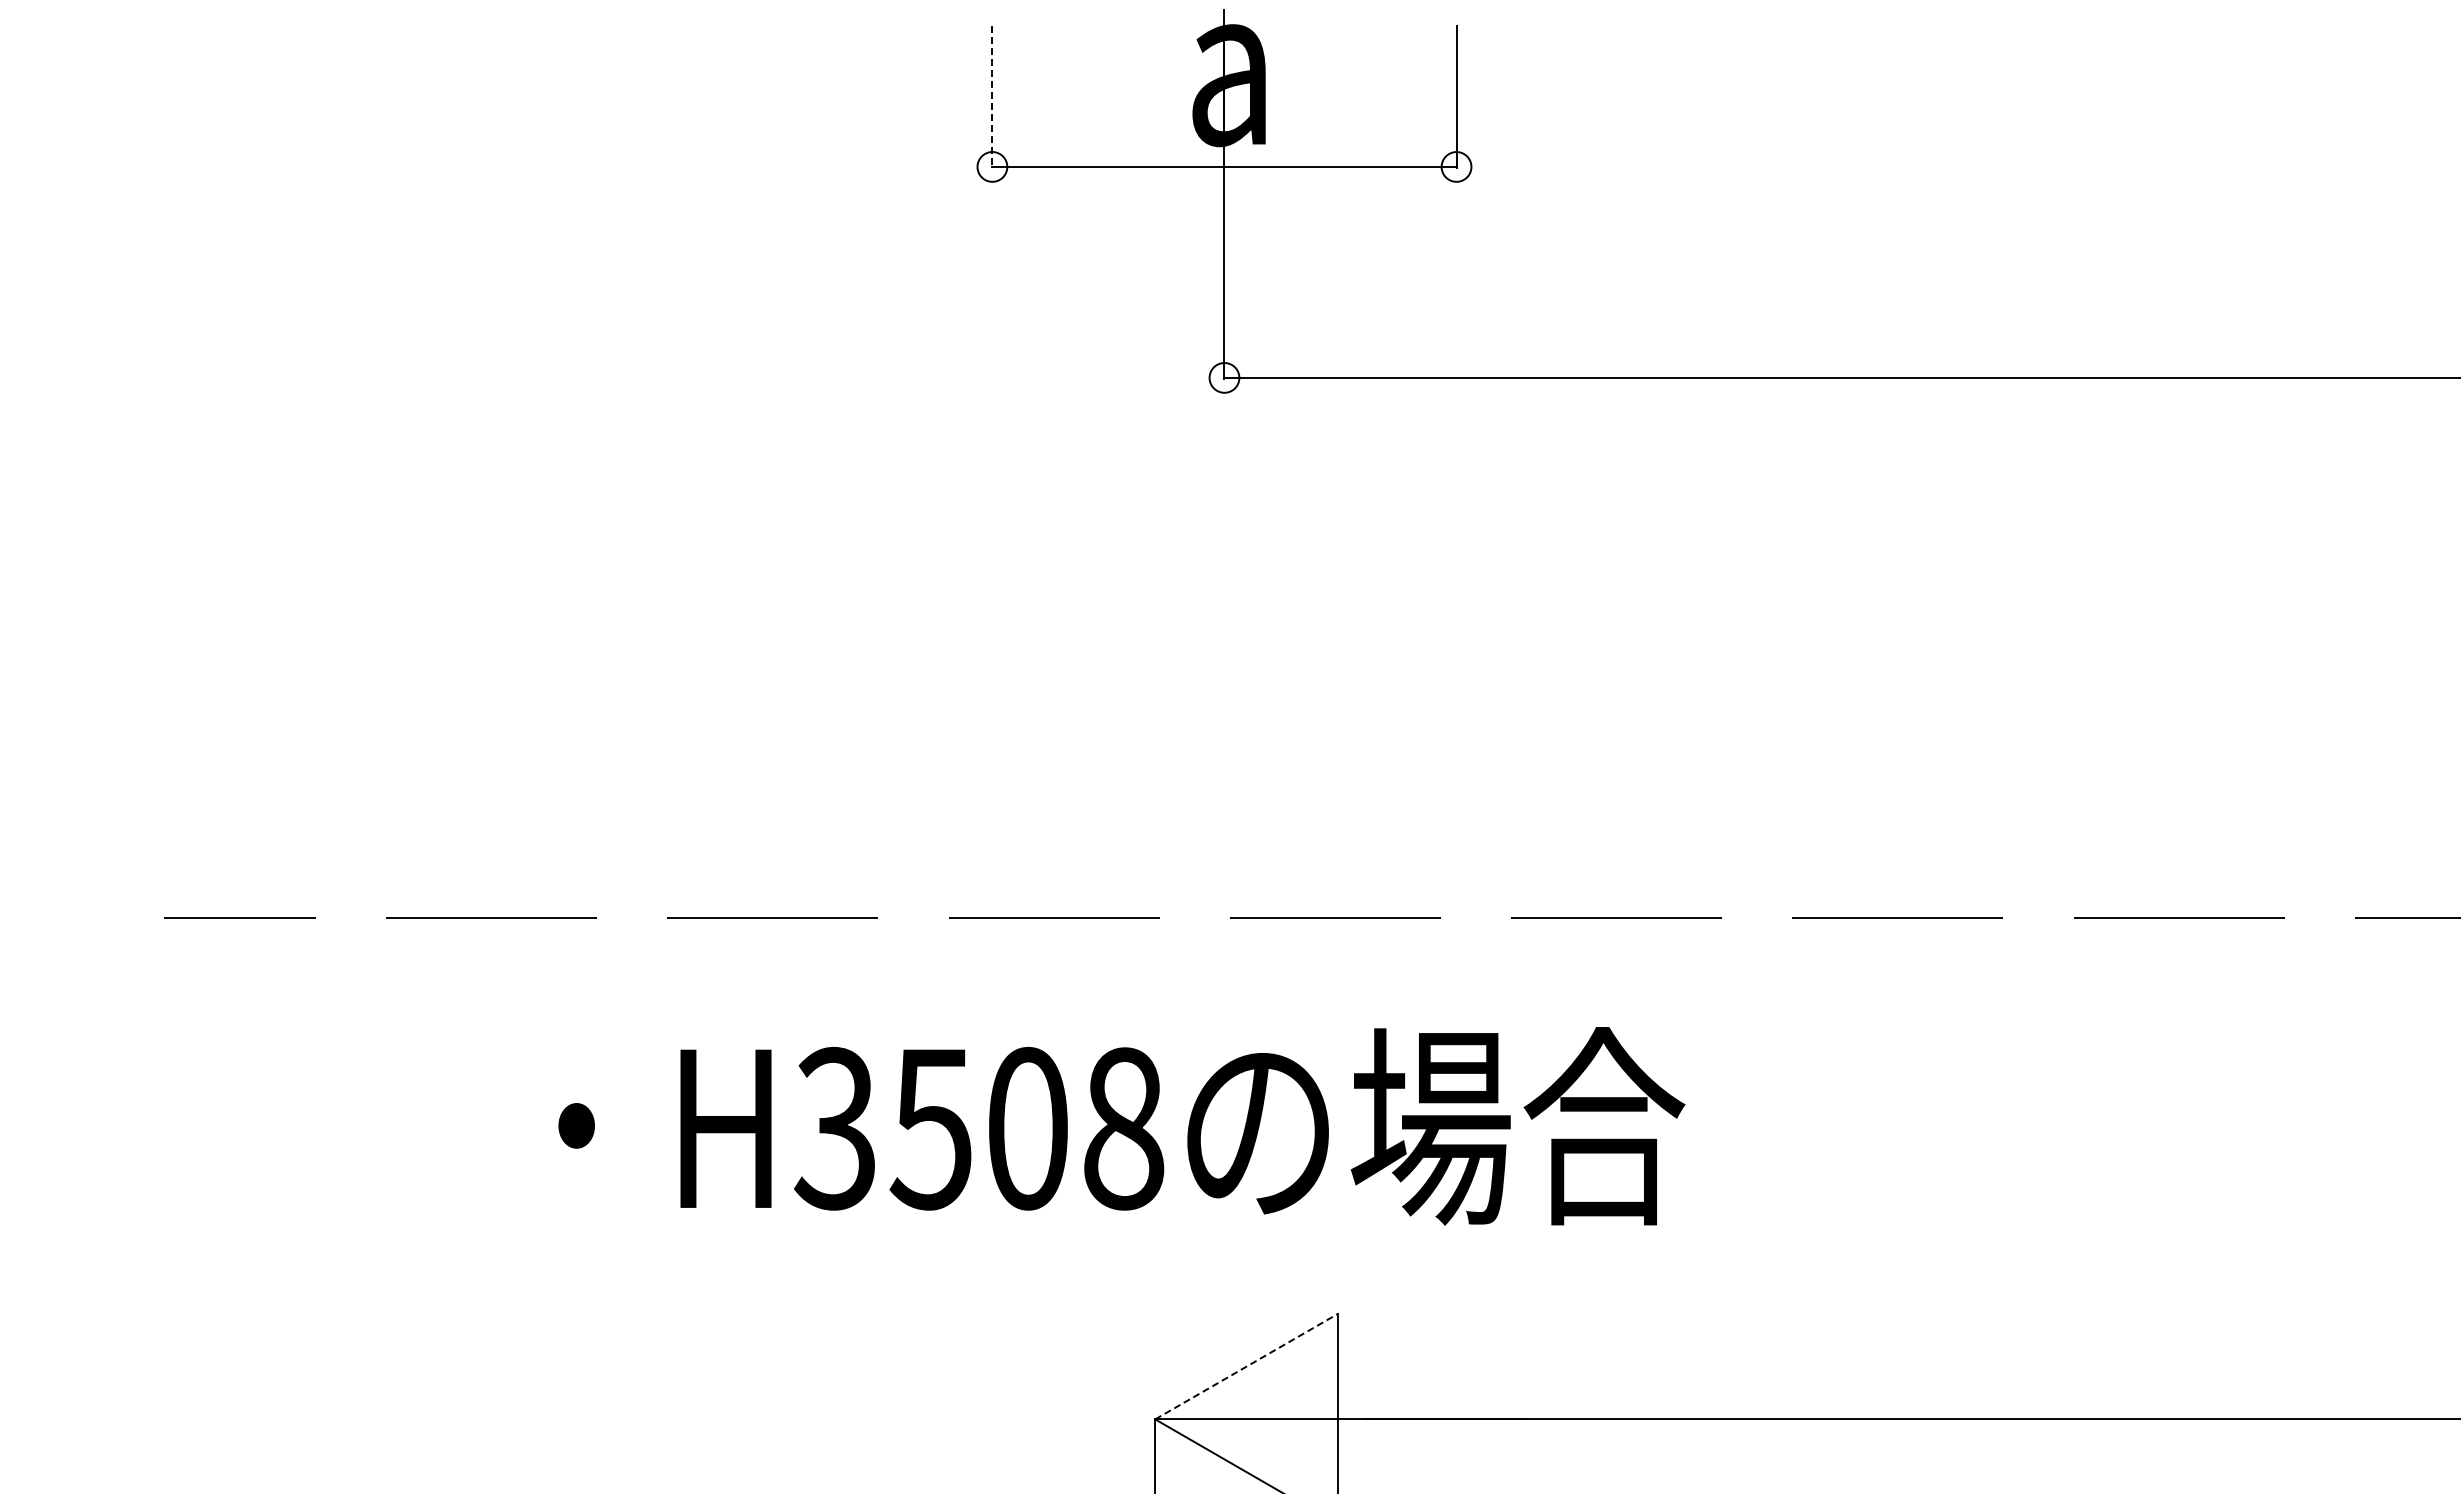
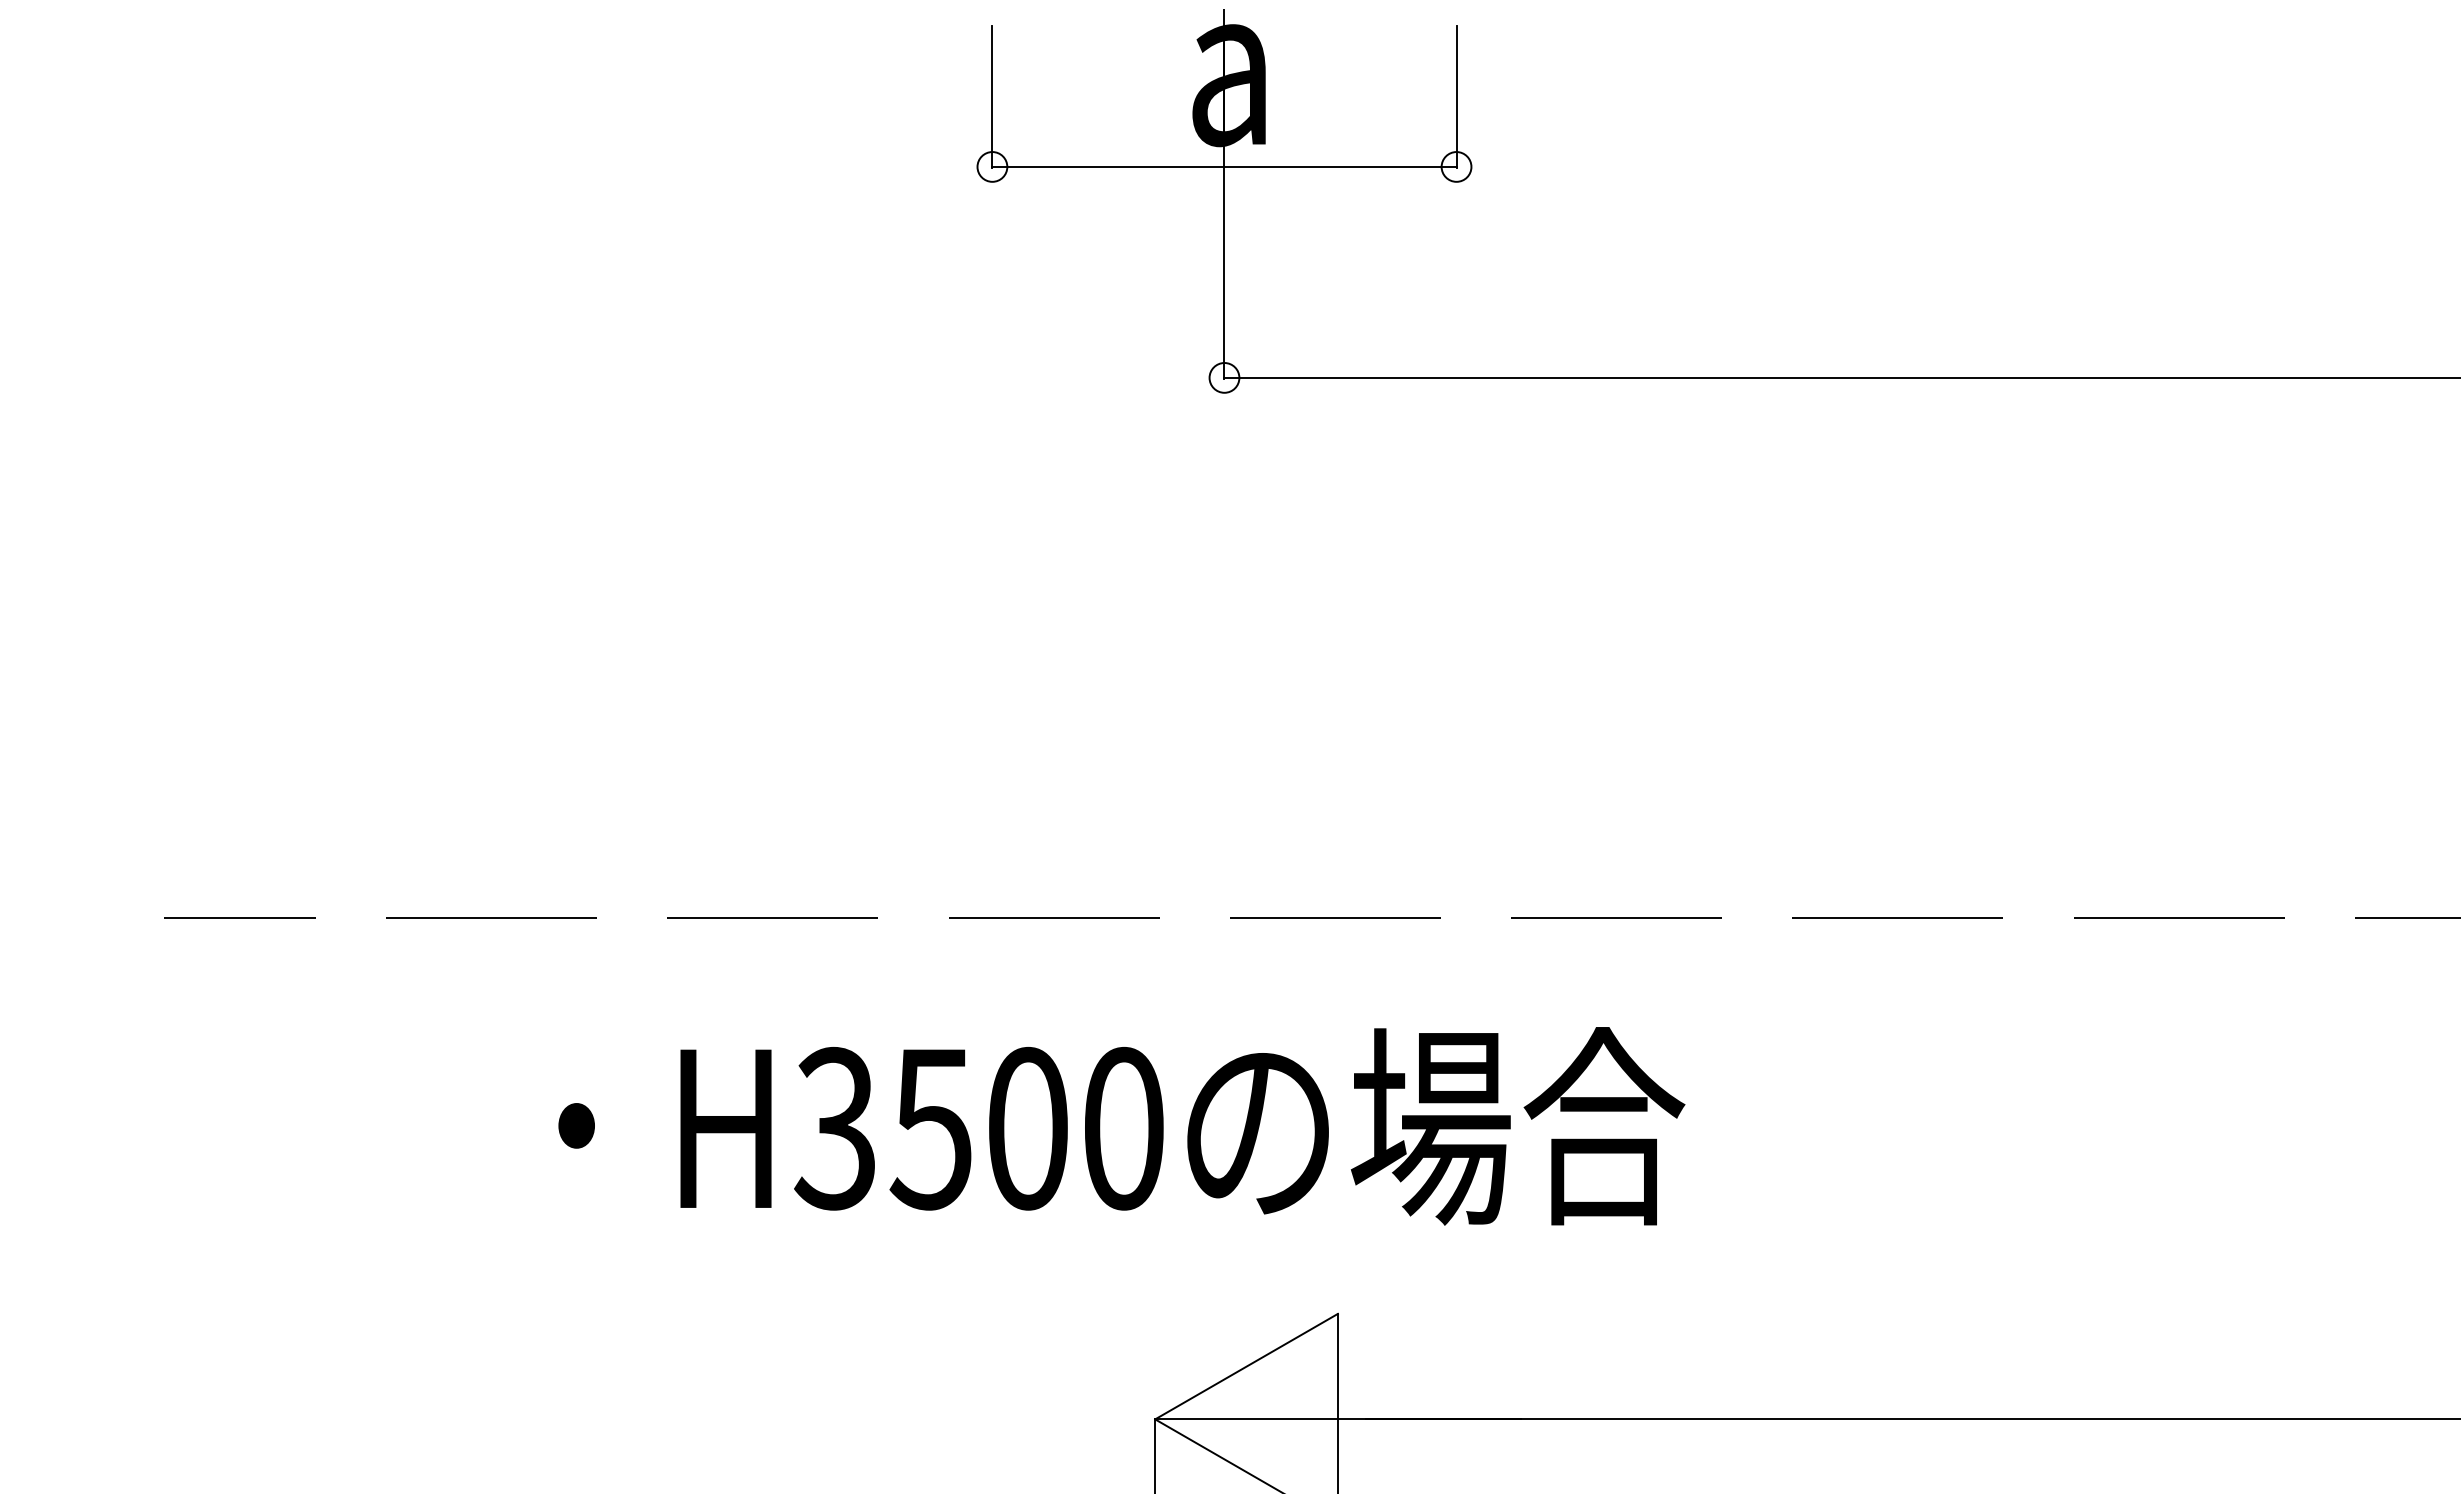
line at (992, 96): dashed -> solid
text at (1124, 1128): H3508 -> H3500
line at (1247, 1366): dashed -> solid
